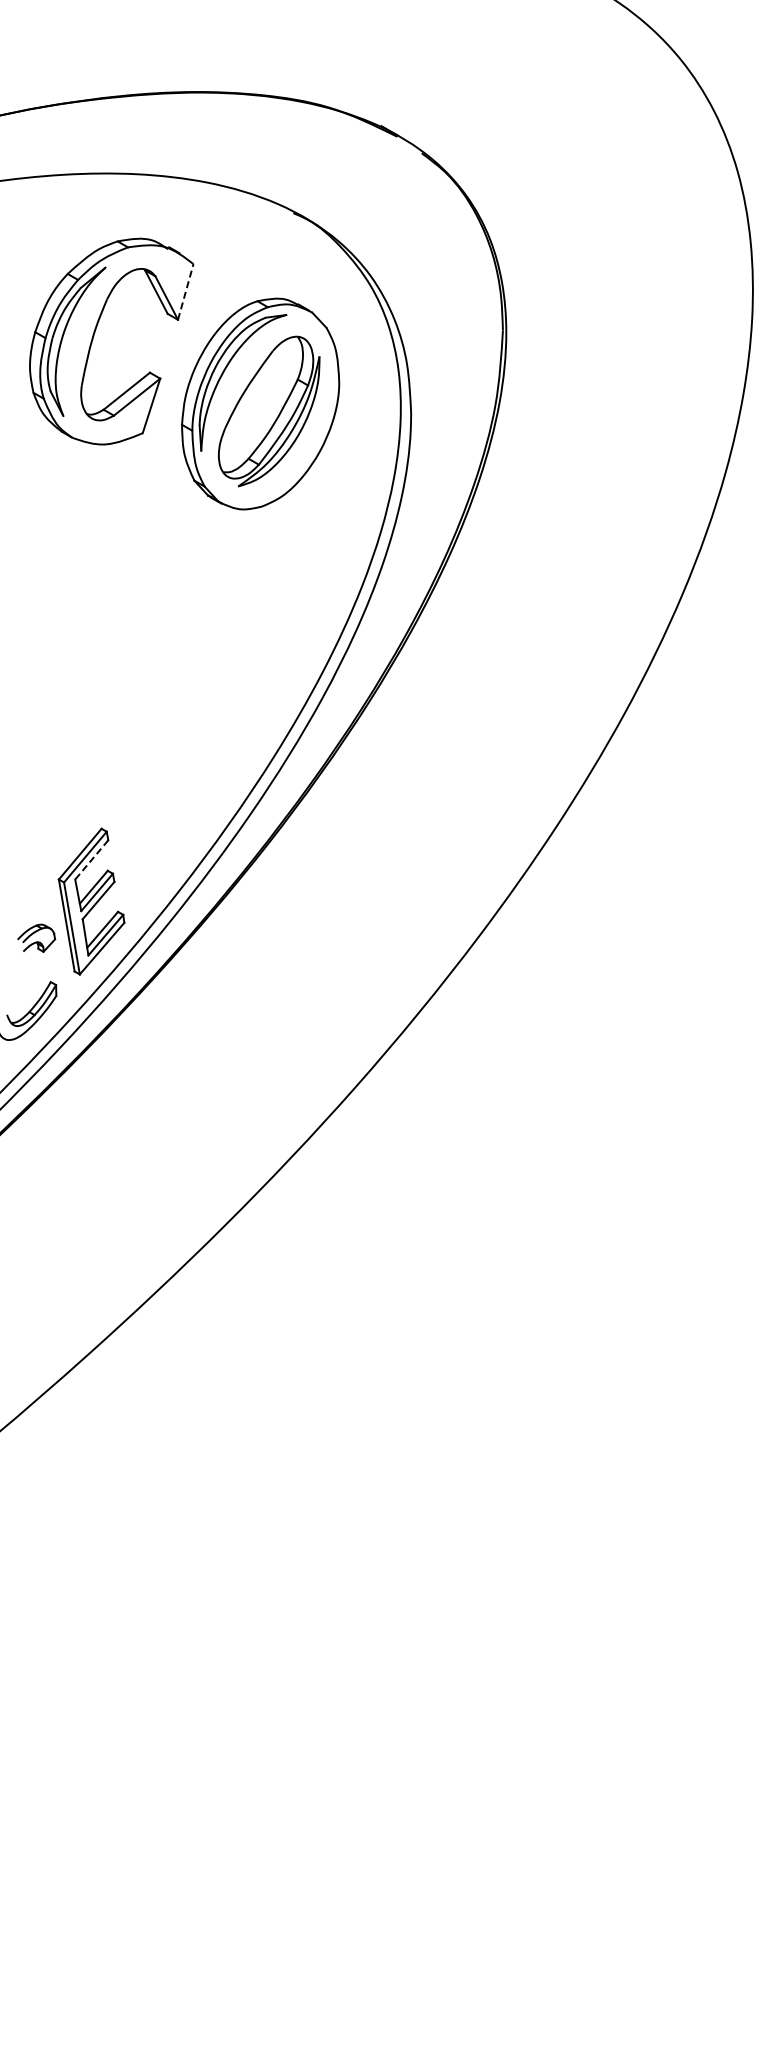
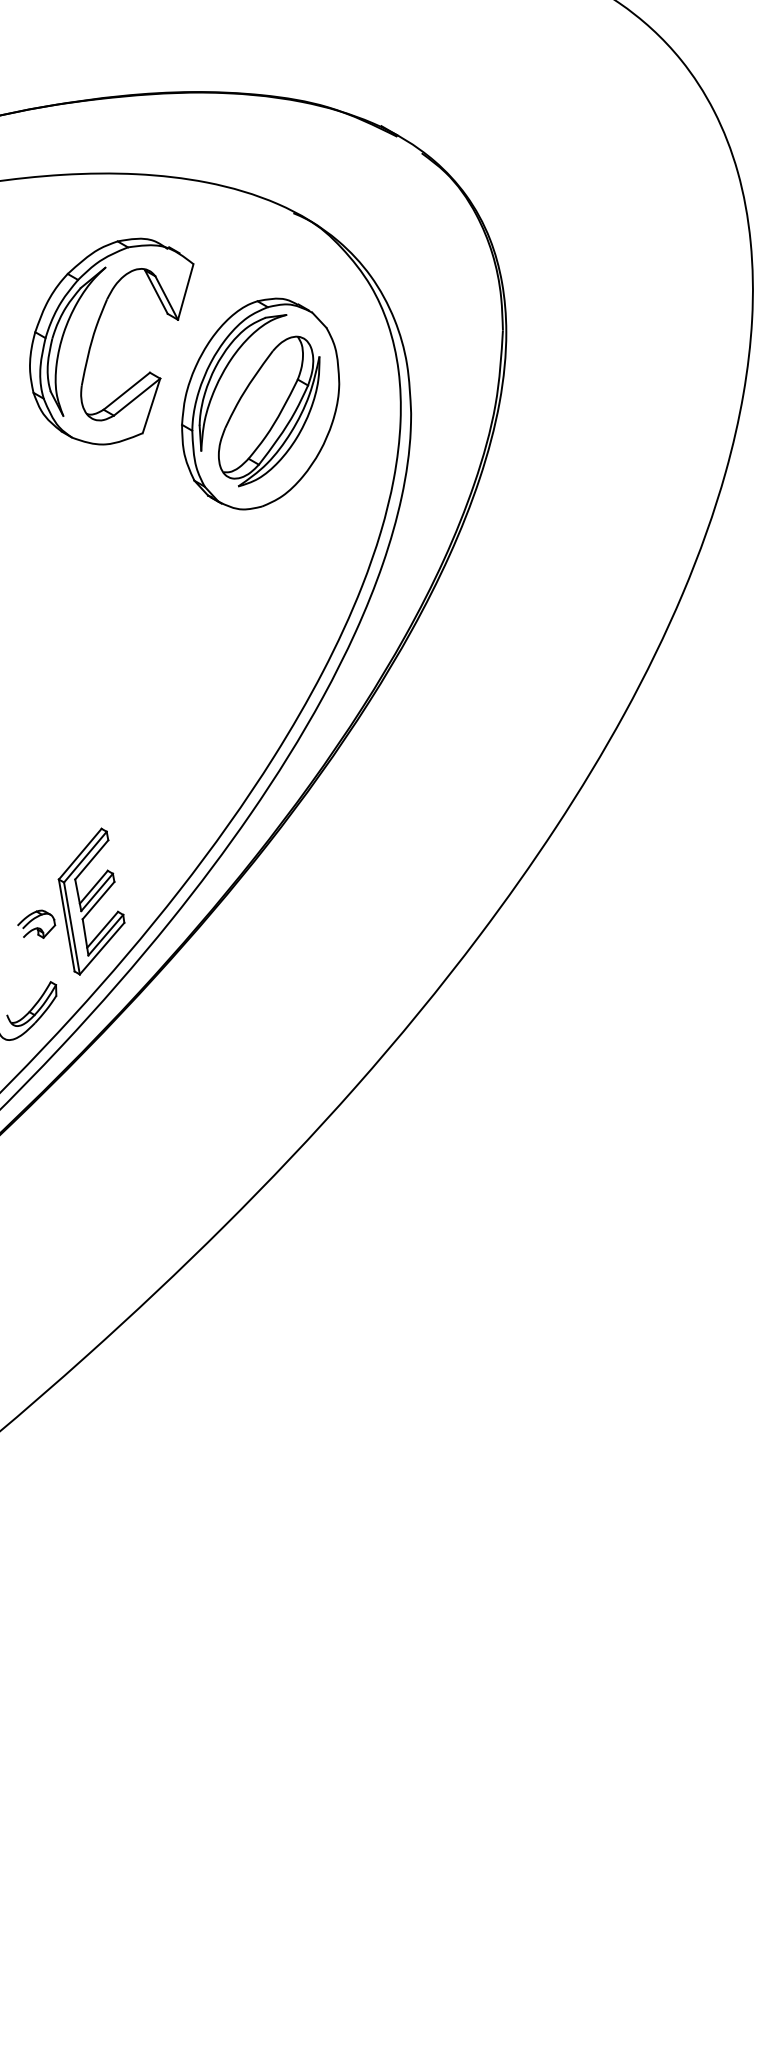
line at (185, 292): dashed -> solid
line at (91, 859): dashed -> solid
part at (36, 937) position: (36, 937) -> (36, 923)
